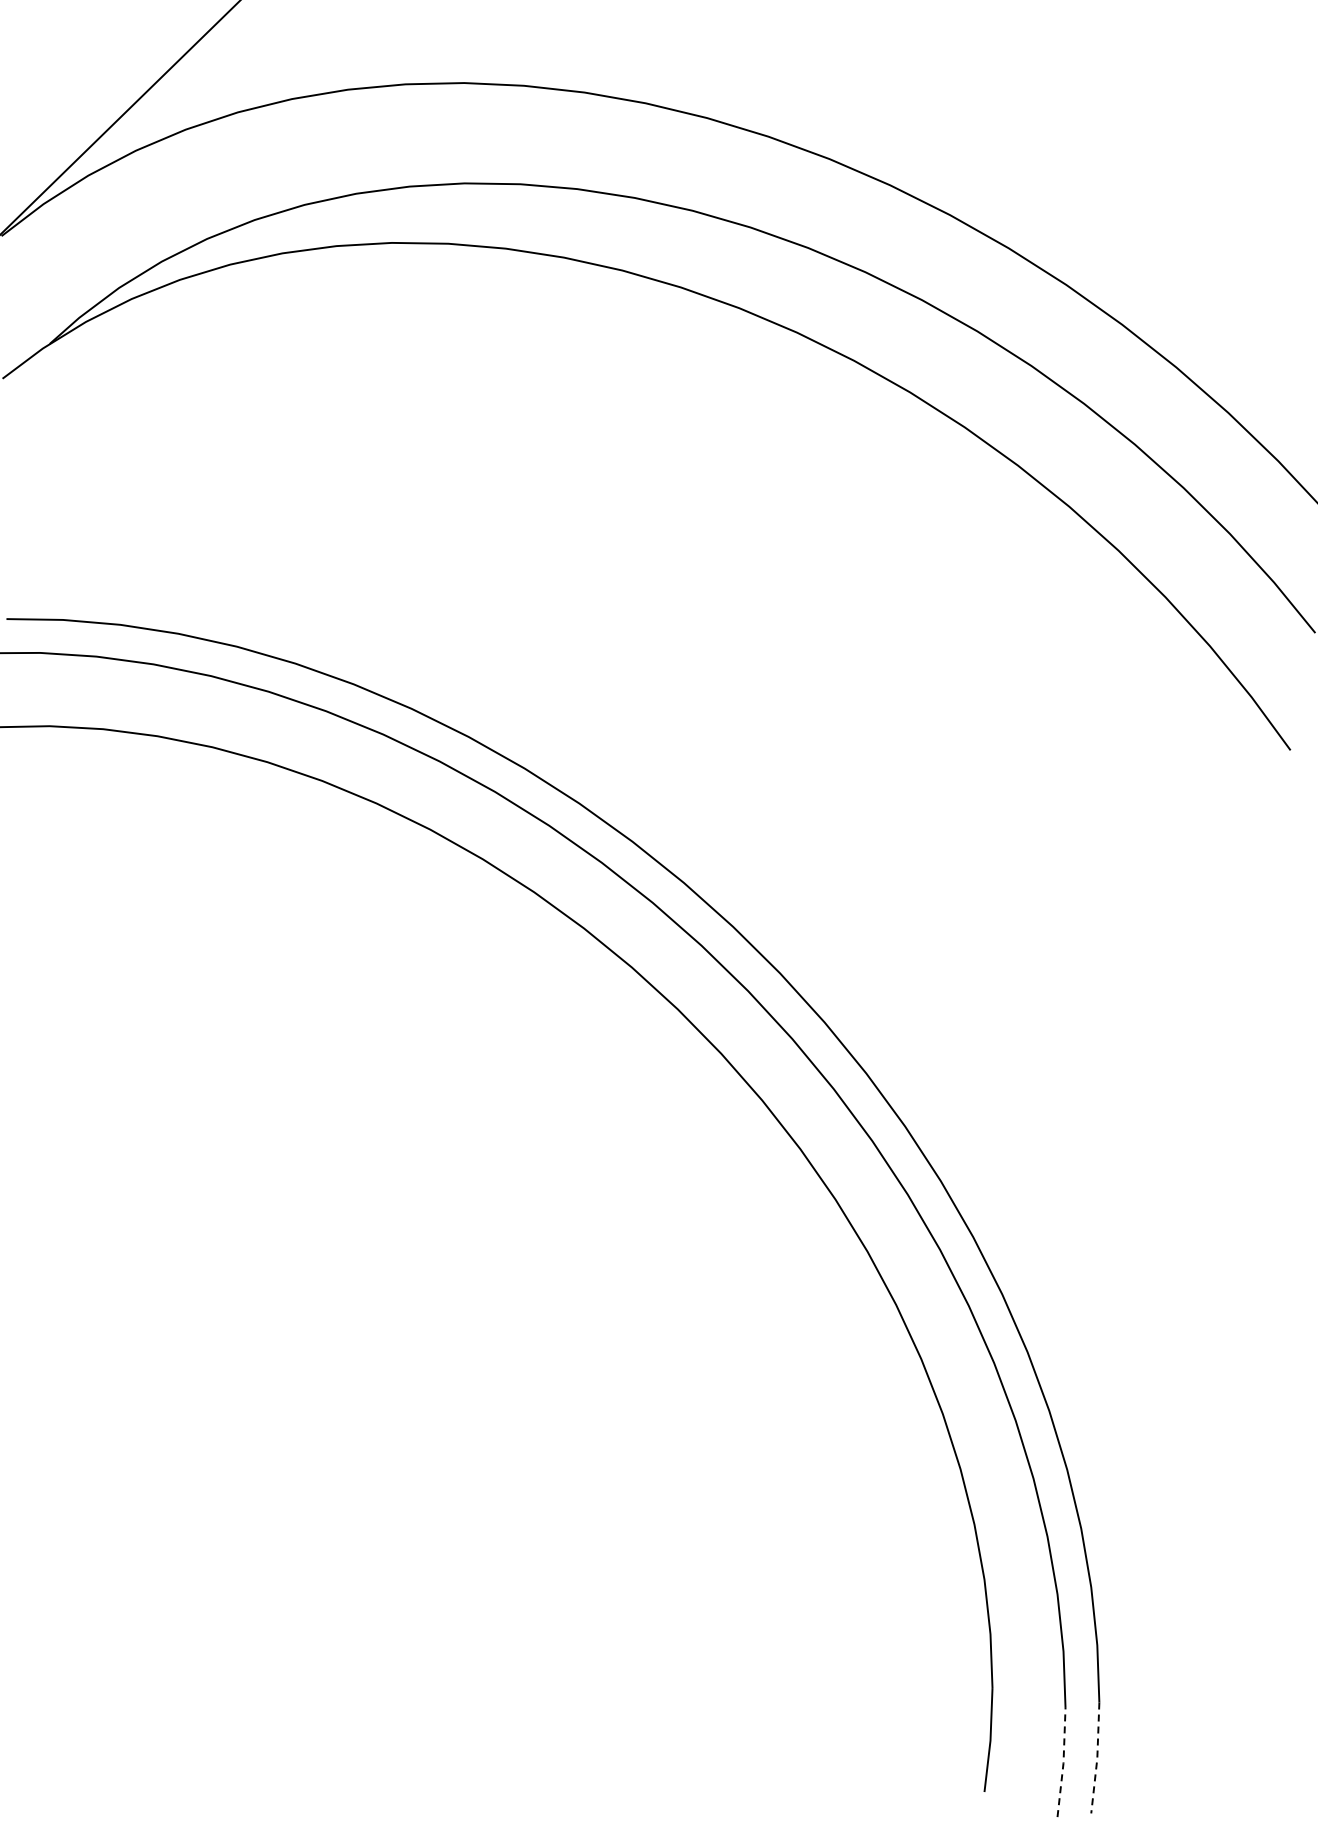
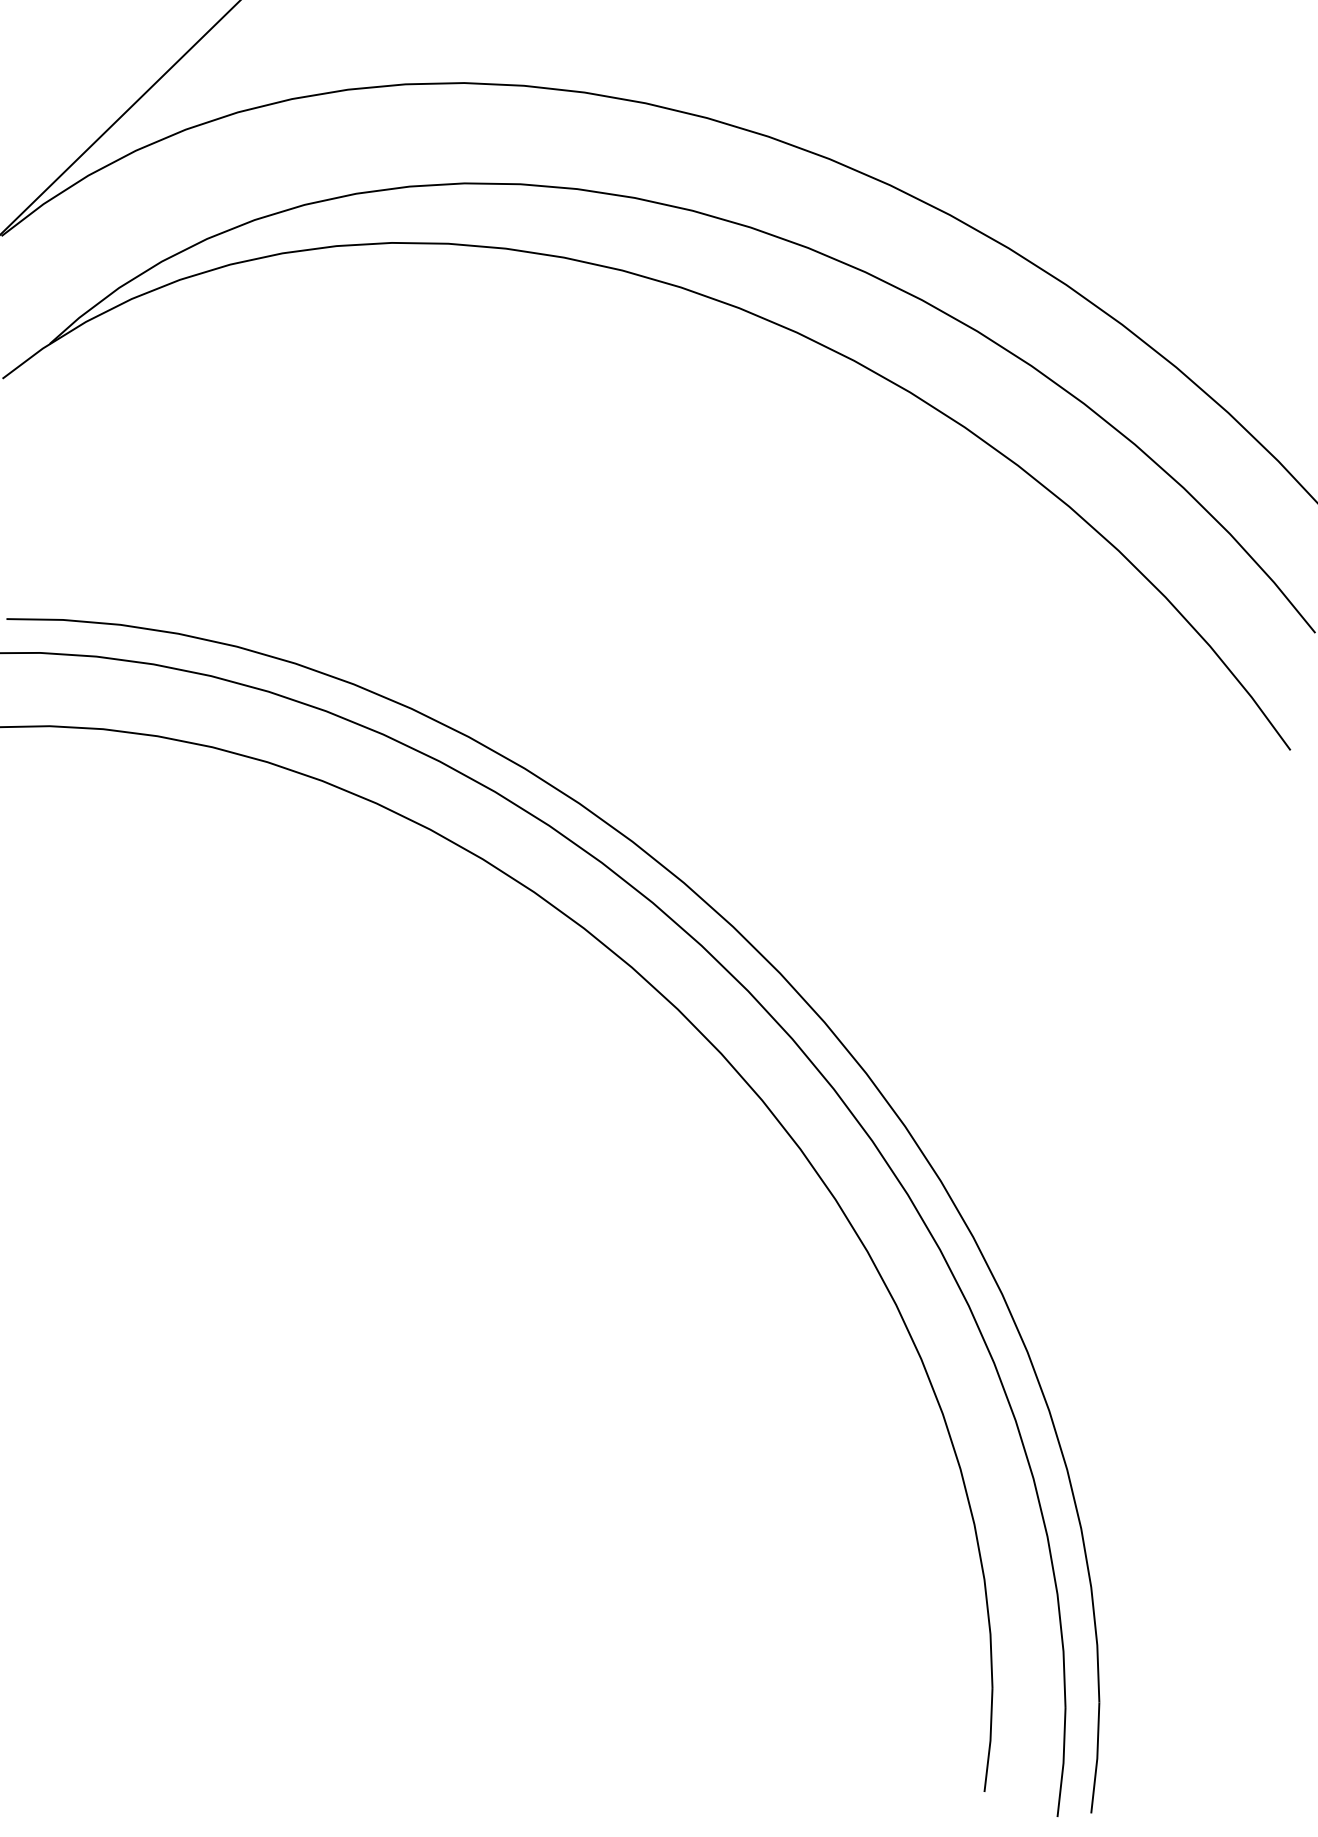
line at (1097, 1758): dashed -> solid
line at (1063, 1763): dashed -> solid
